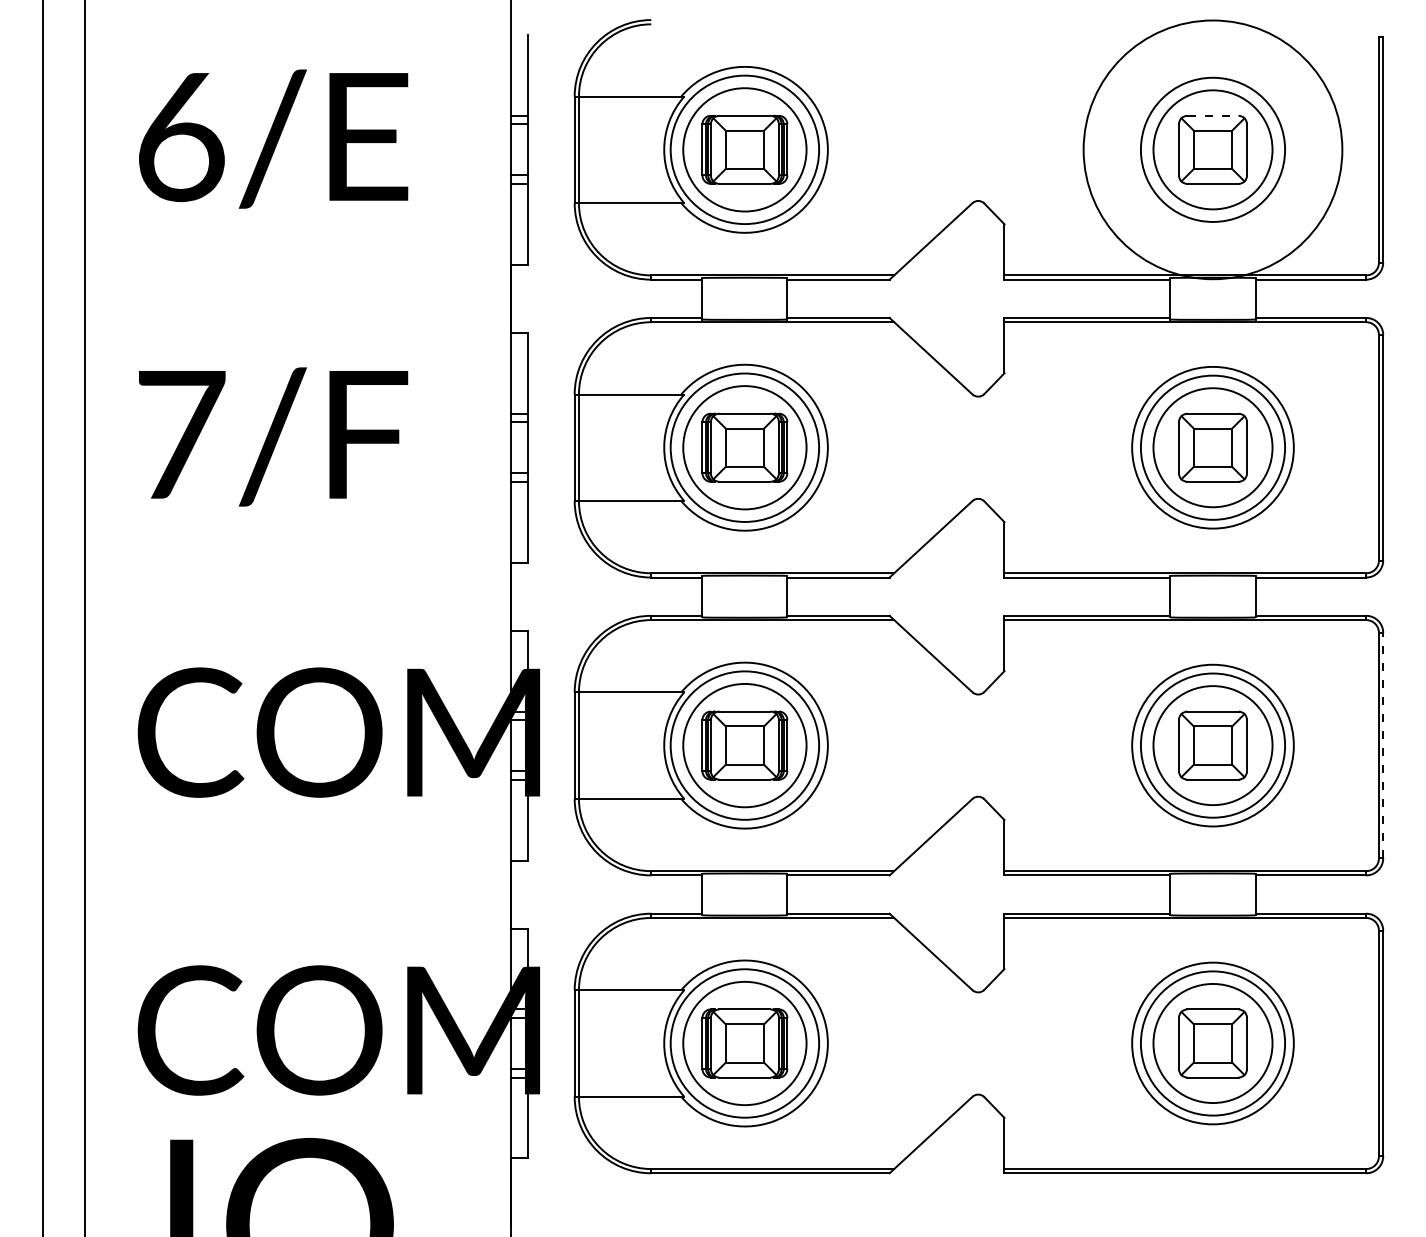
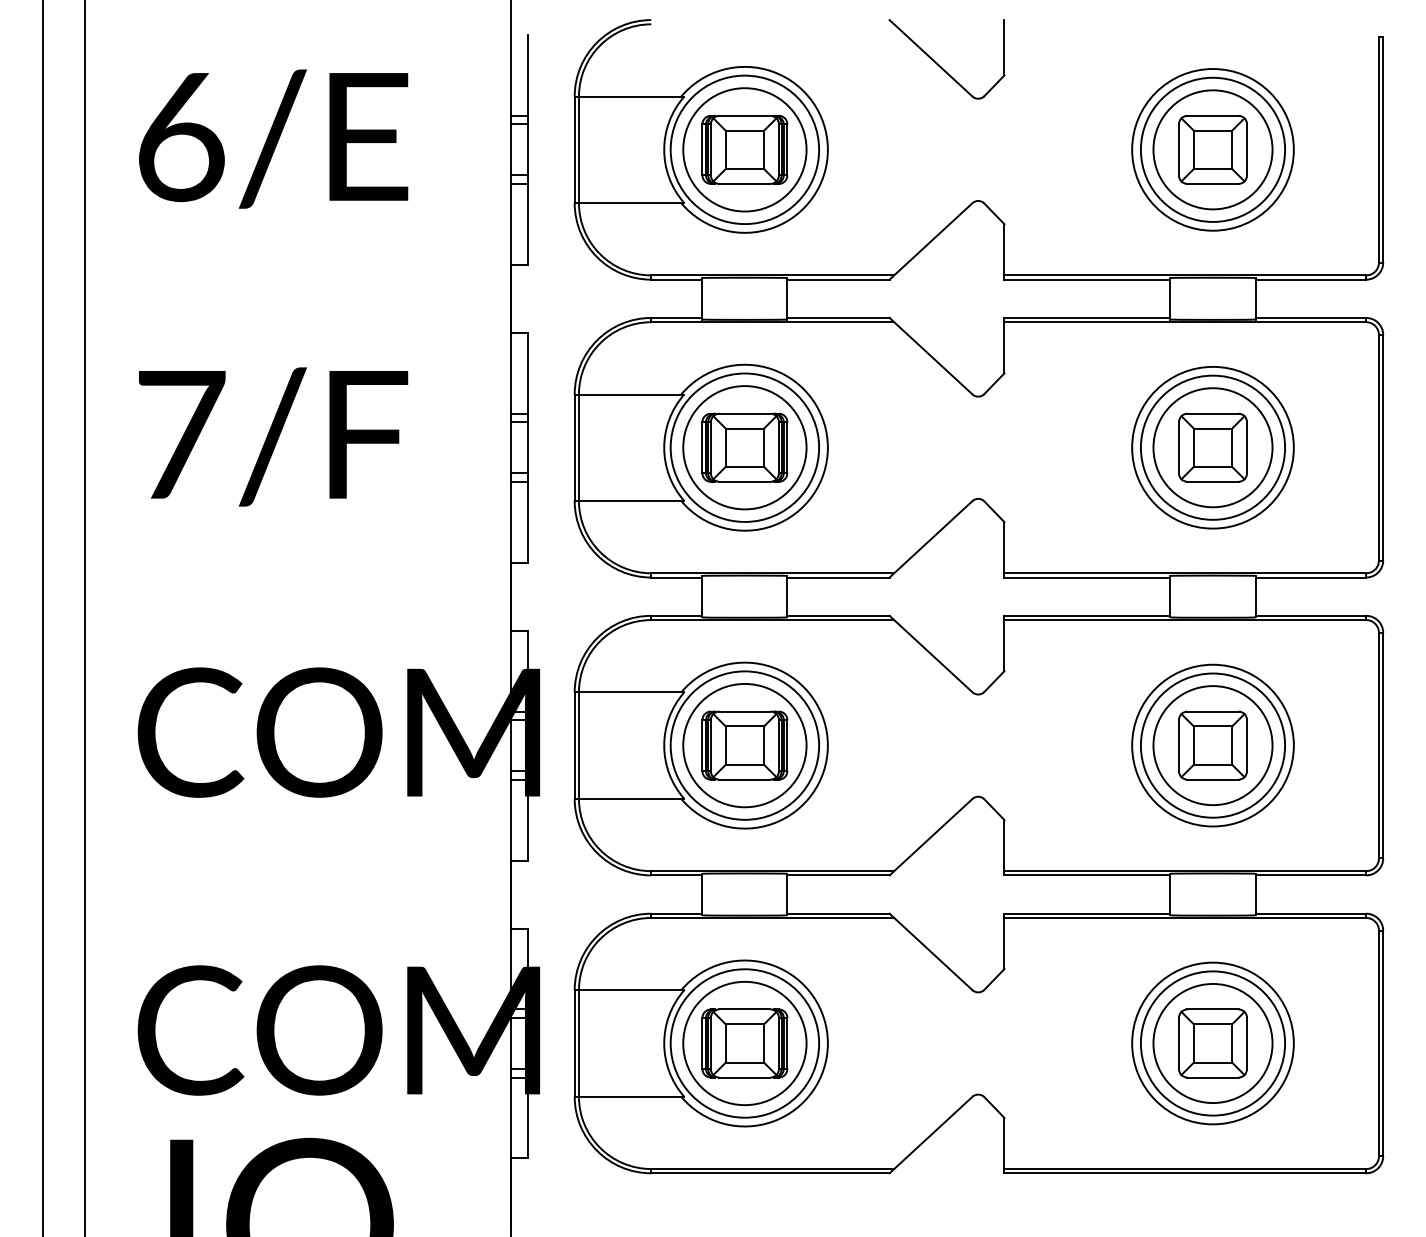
part at (940, 65): none -> present
line at (1213, 115): dashed -> solid
circle at (1212, 149) diameter: 259 px -> 162 px
line at (1383, 745): dashed -> solid
